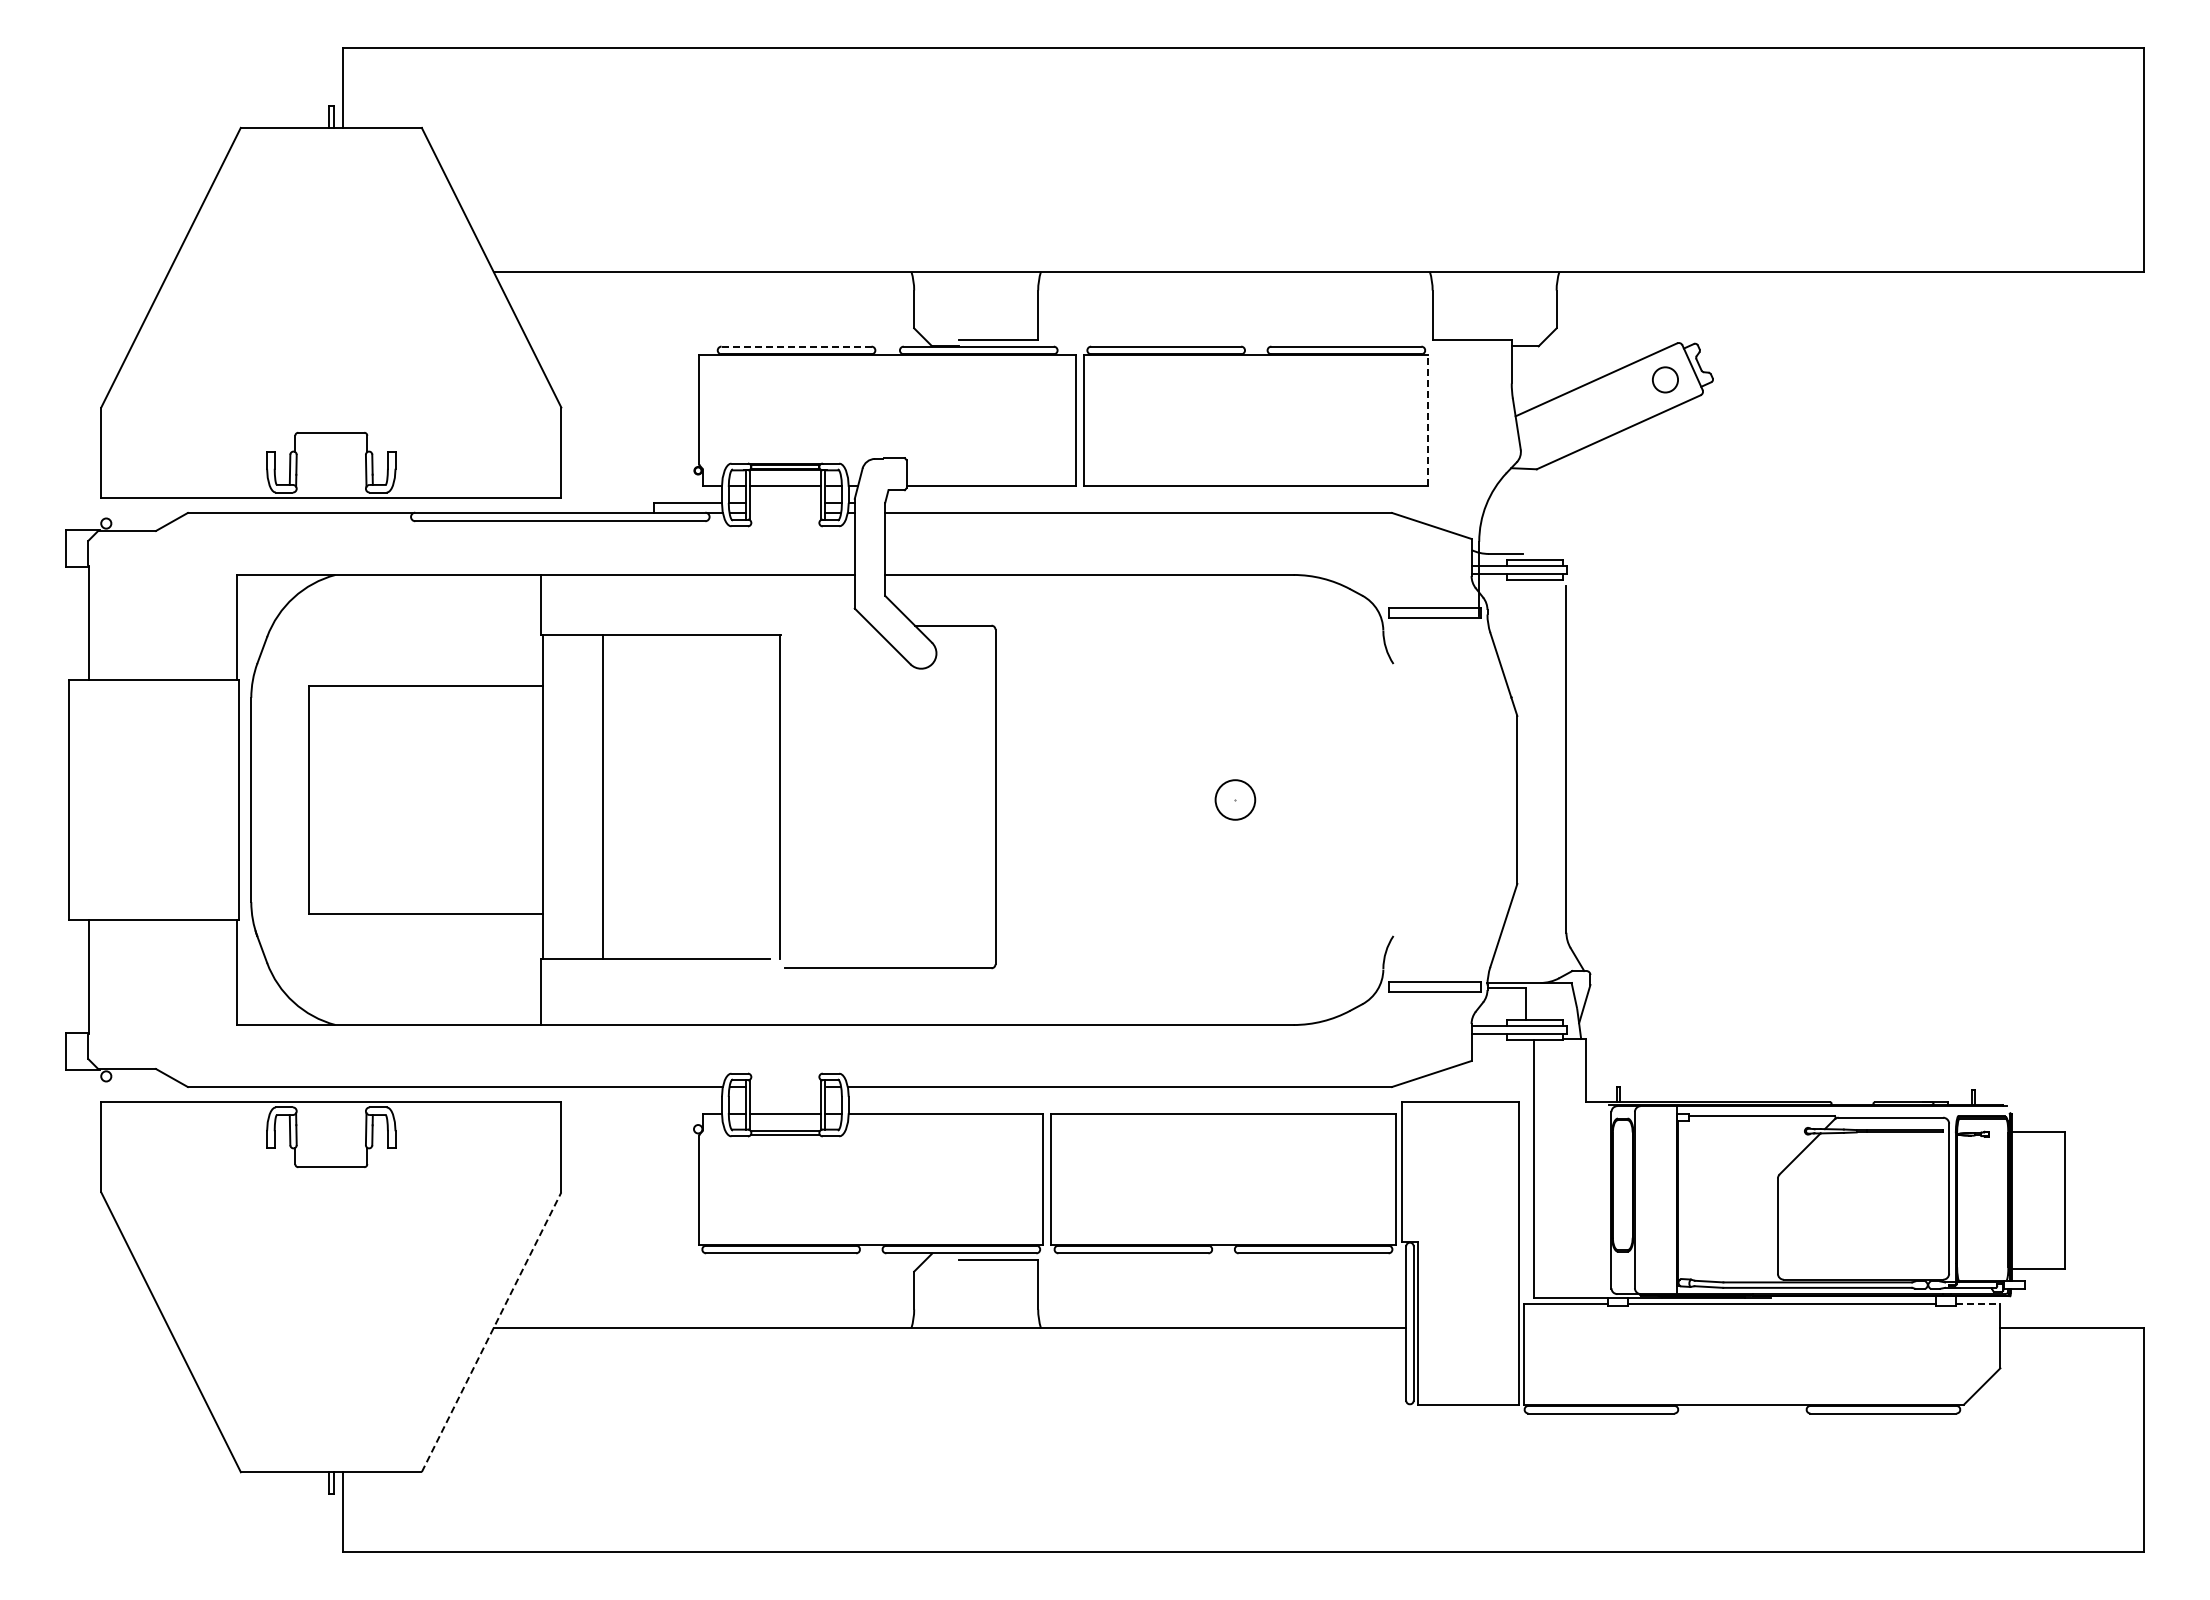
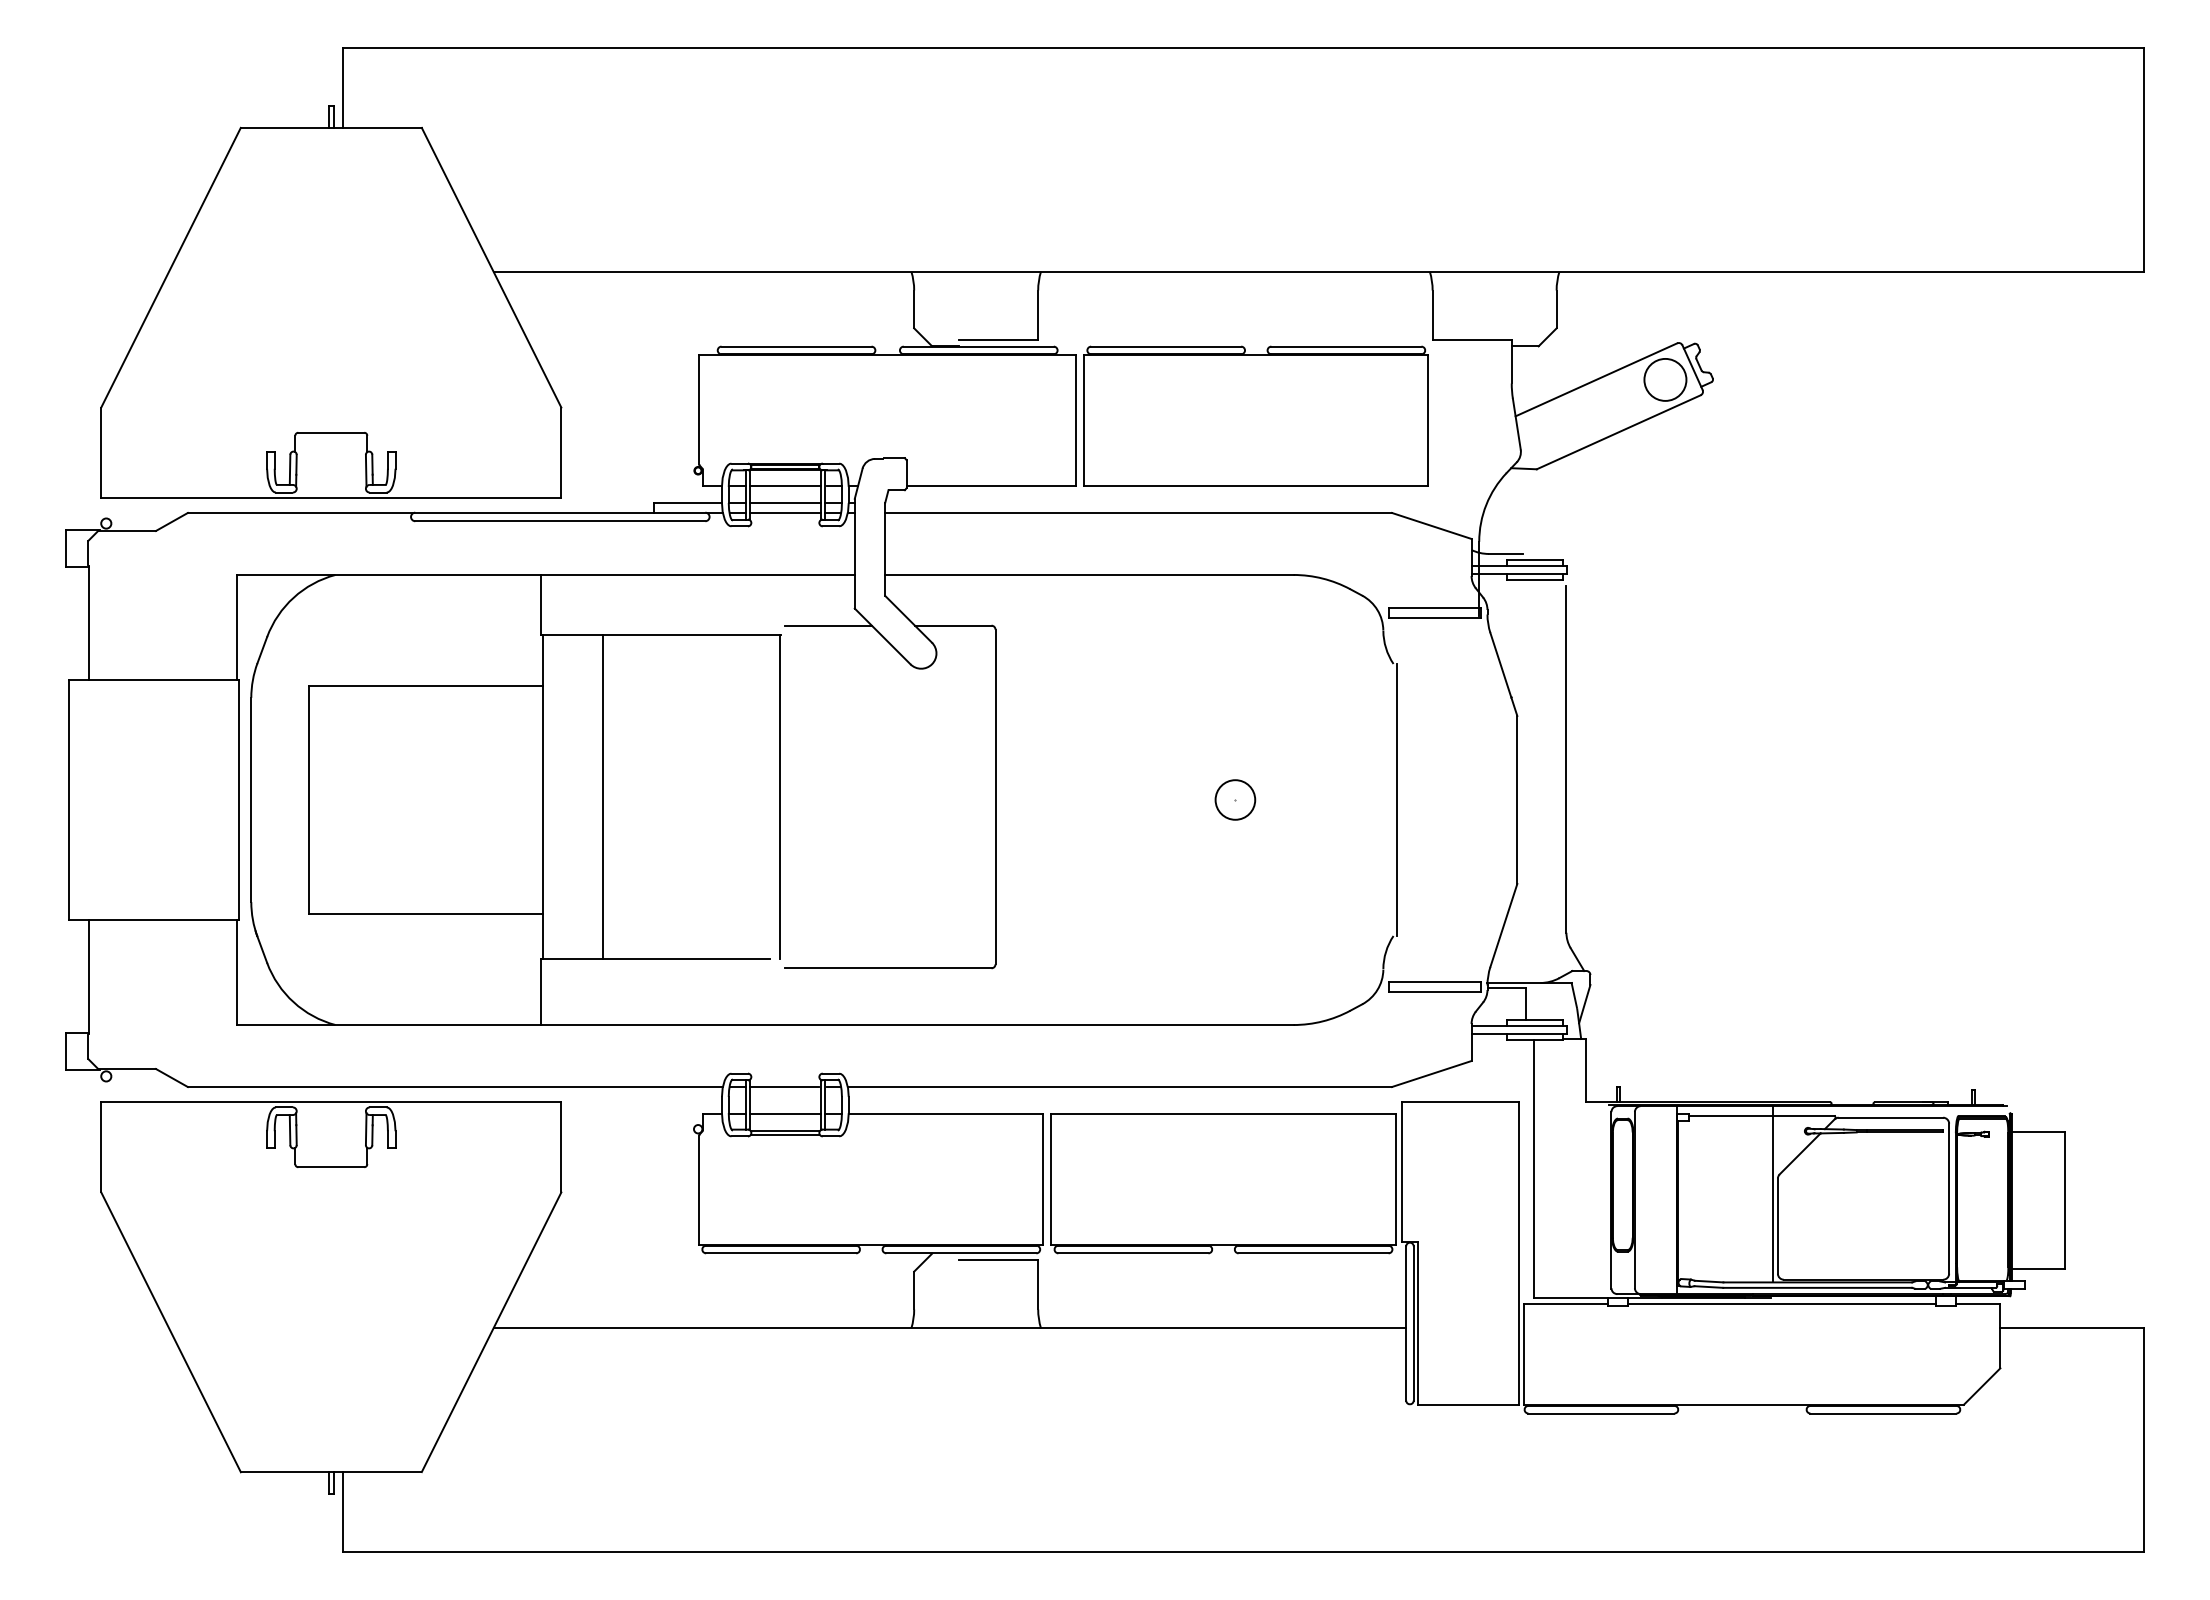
line at (797, 346): dashed -> solid
circle at (1665, 379) diameter: 25 px -> 42 px
line at (1428, 420): dashed -> solid
line at (785, 502): none -> present
line at (785, 512): none -> present
line at (827, 625): none -> present
line at (1396, 799): none -> present
line at (784, 1087): none -> present
line at (1772, 1193): none -> present
line at (1978, 1303): dashed -> solid
line at (491, 1331): dashed -> solid
